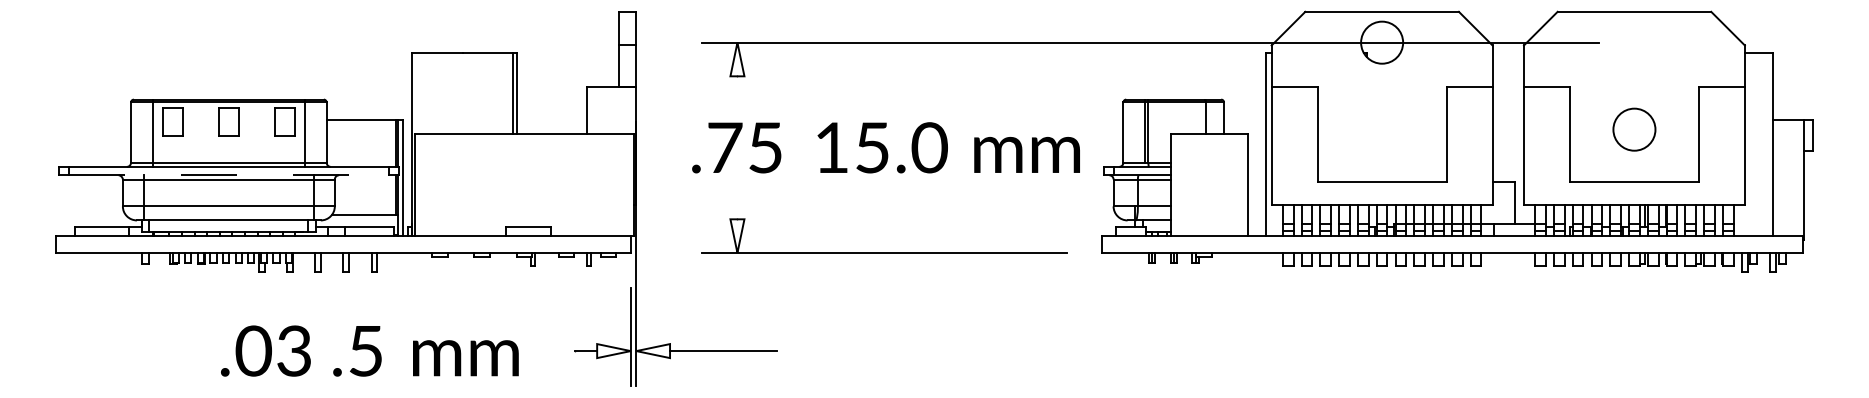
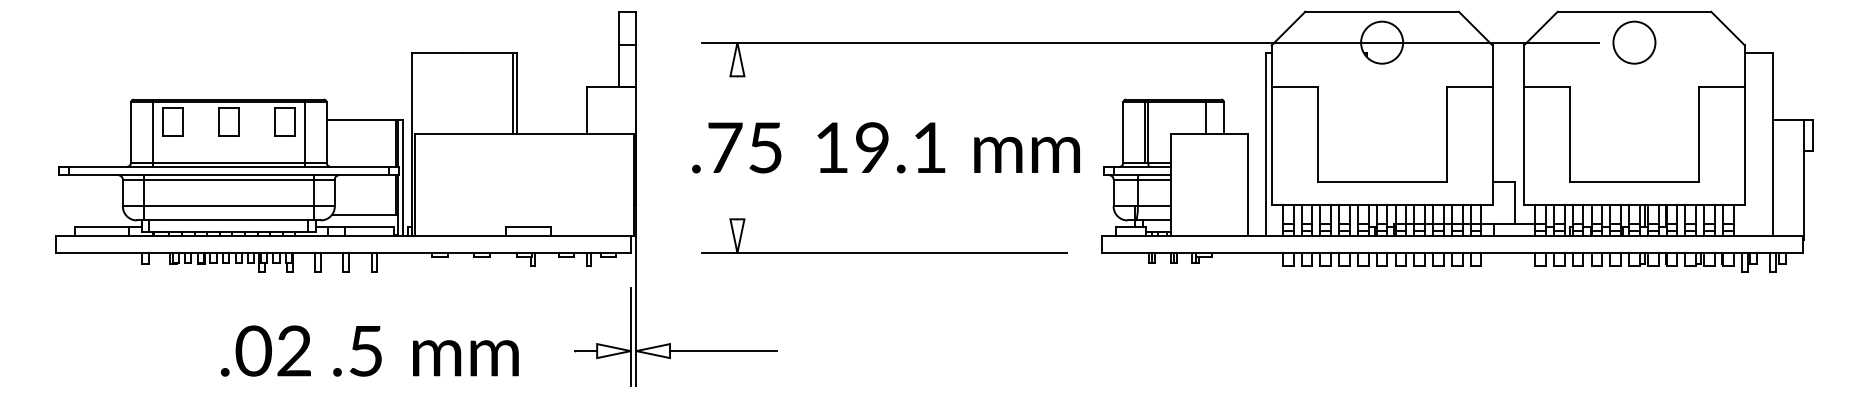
circle at (1634, 129) position: (1634, 129) -> (1634, 42)
text at (901, 147): 15.0 -> 19.1
line at (229, 175): dashed -> solid
text at (293, 351): .03 -> .02
